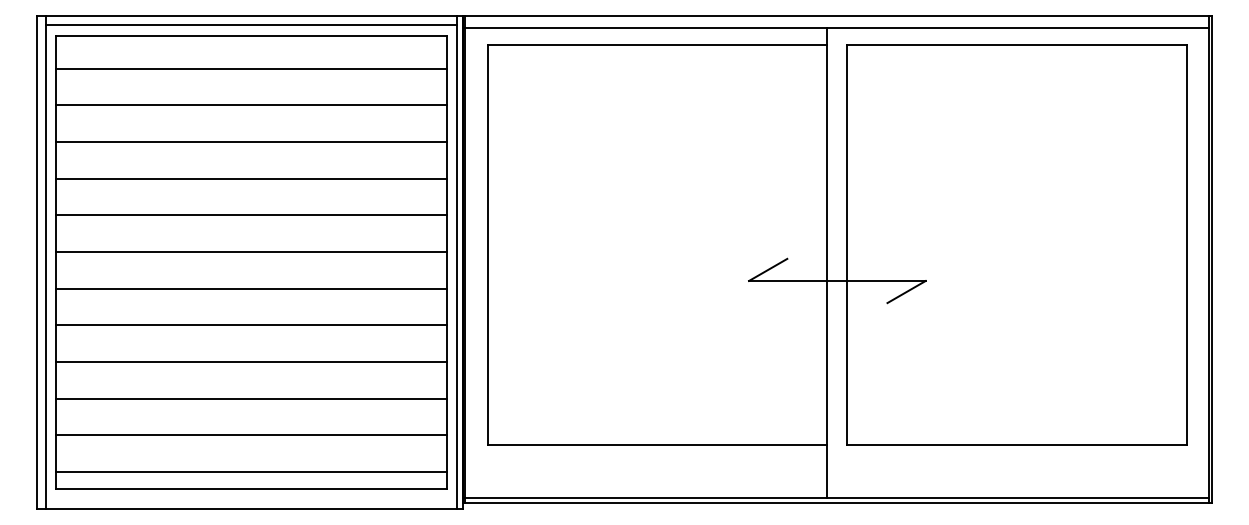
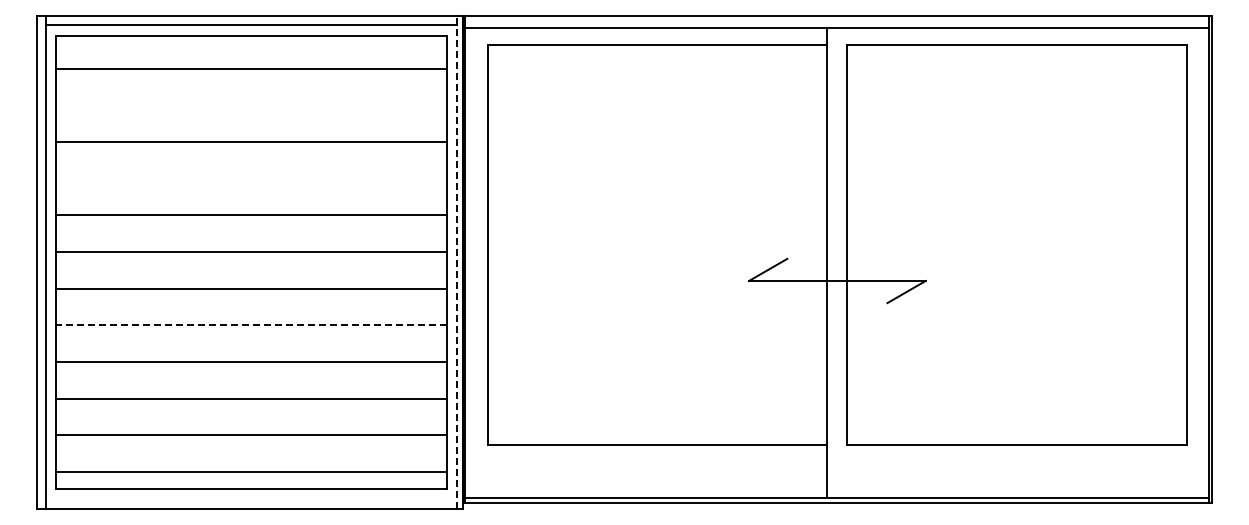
line at (251, 105): present -> none
line at (251, 178): present -> none
line at (456, 262): solid -> dashed
line at (251, 325): solid -> dashed
